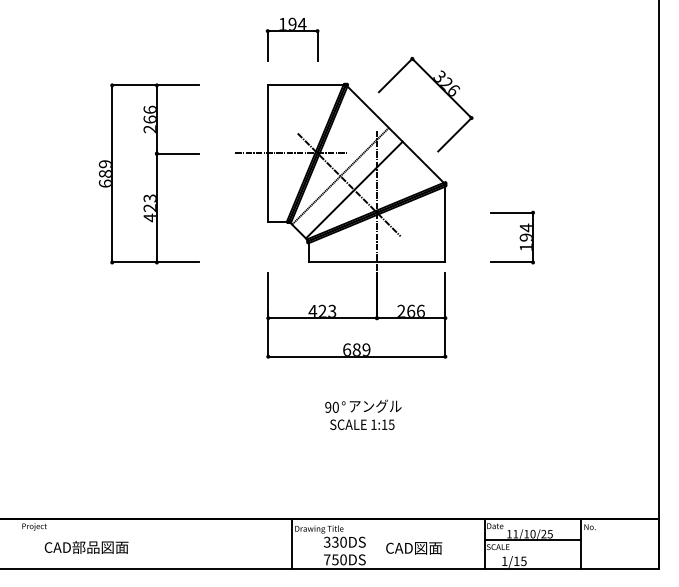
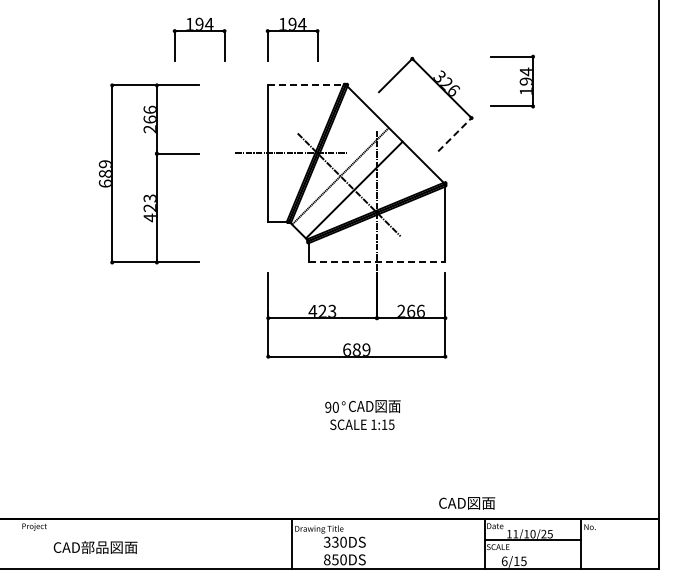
part at (199, 31): none -> present
line at (305, 84): solid -> dashed
line at (454, 134): solid -> dashed
part at (519, 237) position: (519, 237) -> (519, 81)
line at (377, 262): solid -> dashed
text at (375, 405): アングル -> CAD図面
text at (86, 547) position: (86, 547) -> (95, 547)
text at (414, 548) position: (414, 548) -> (467, 503)
text at (327, 559): 750DS -> 850DS
text at (504, 560): 1/15 -> 6/15
